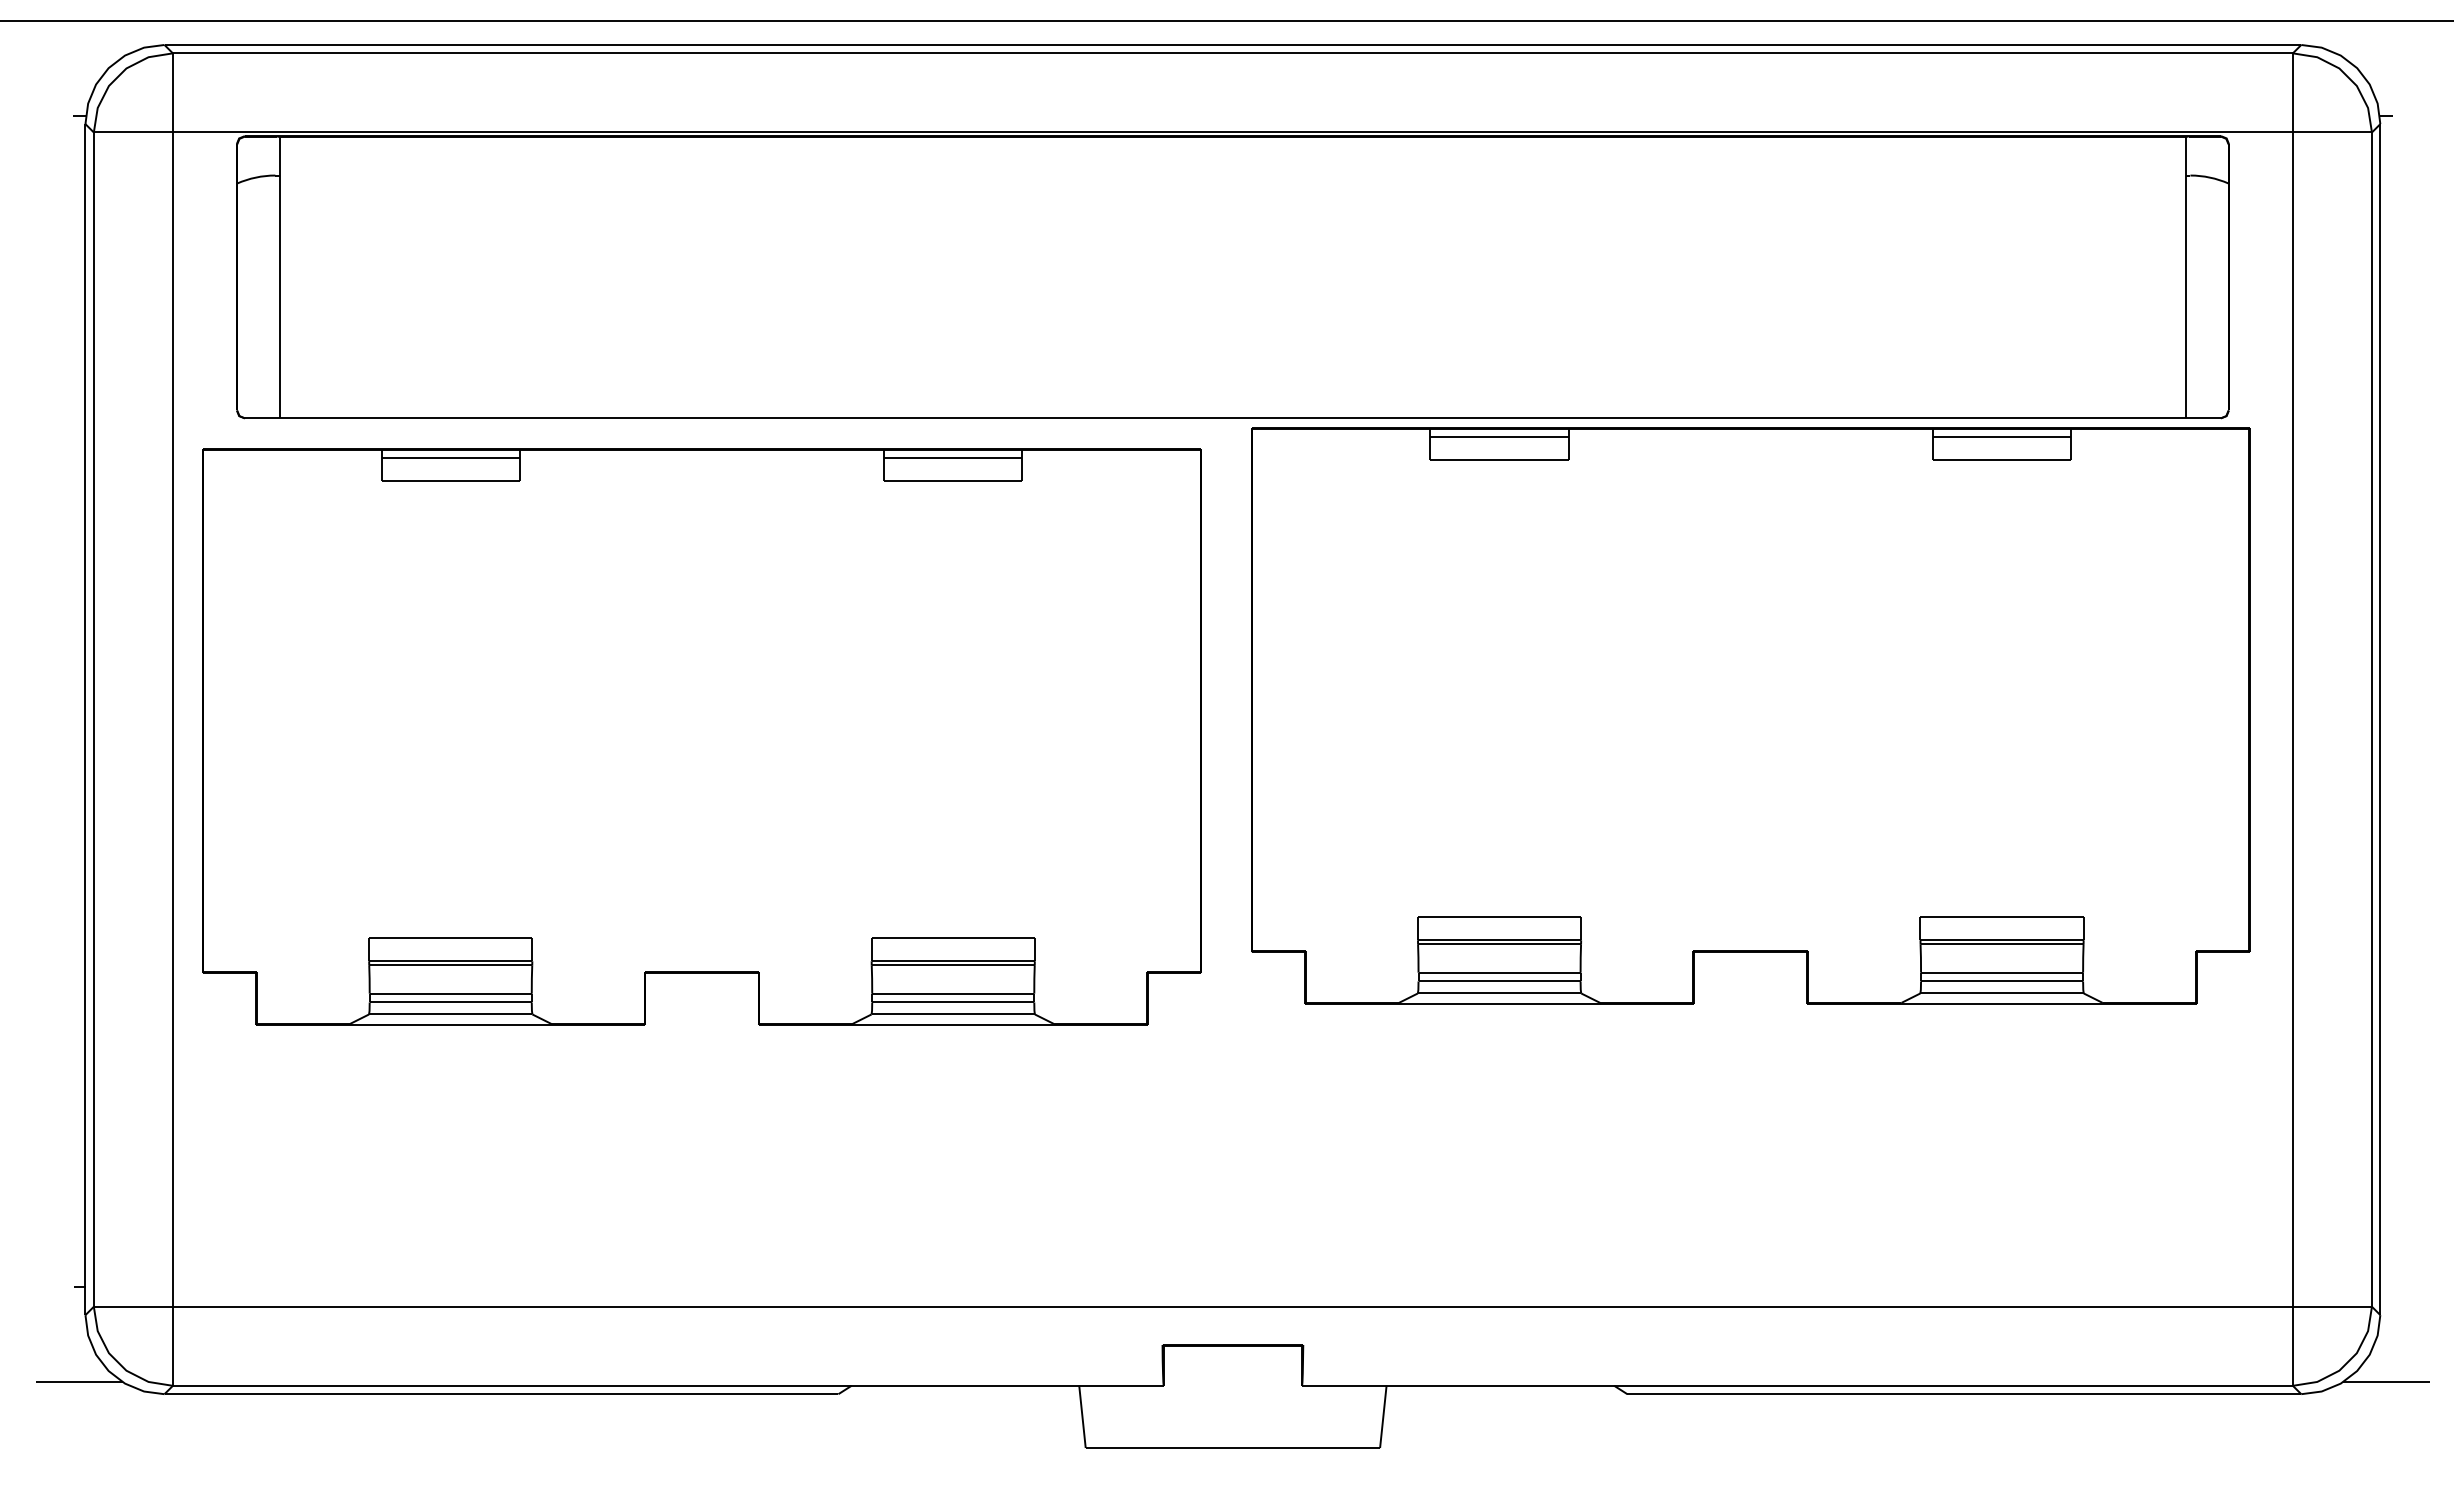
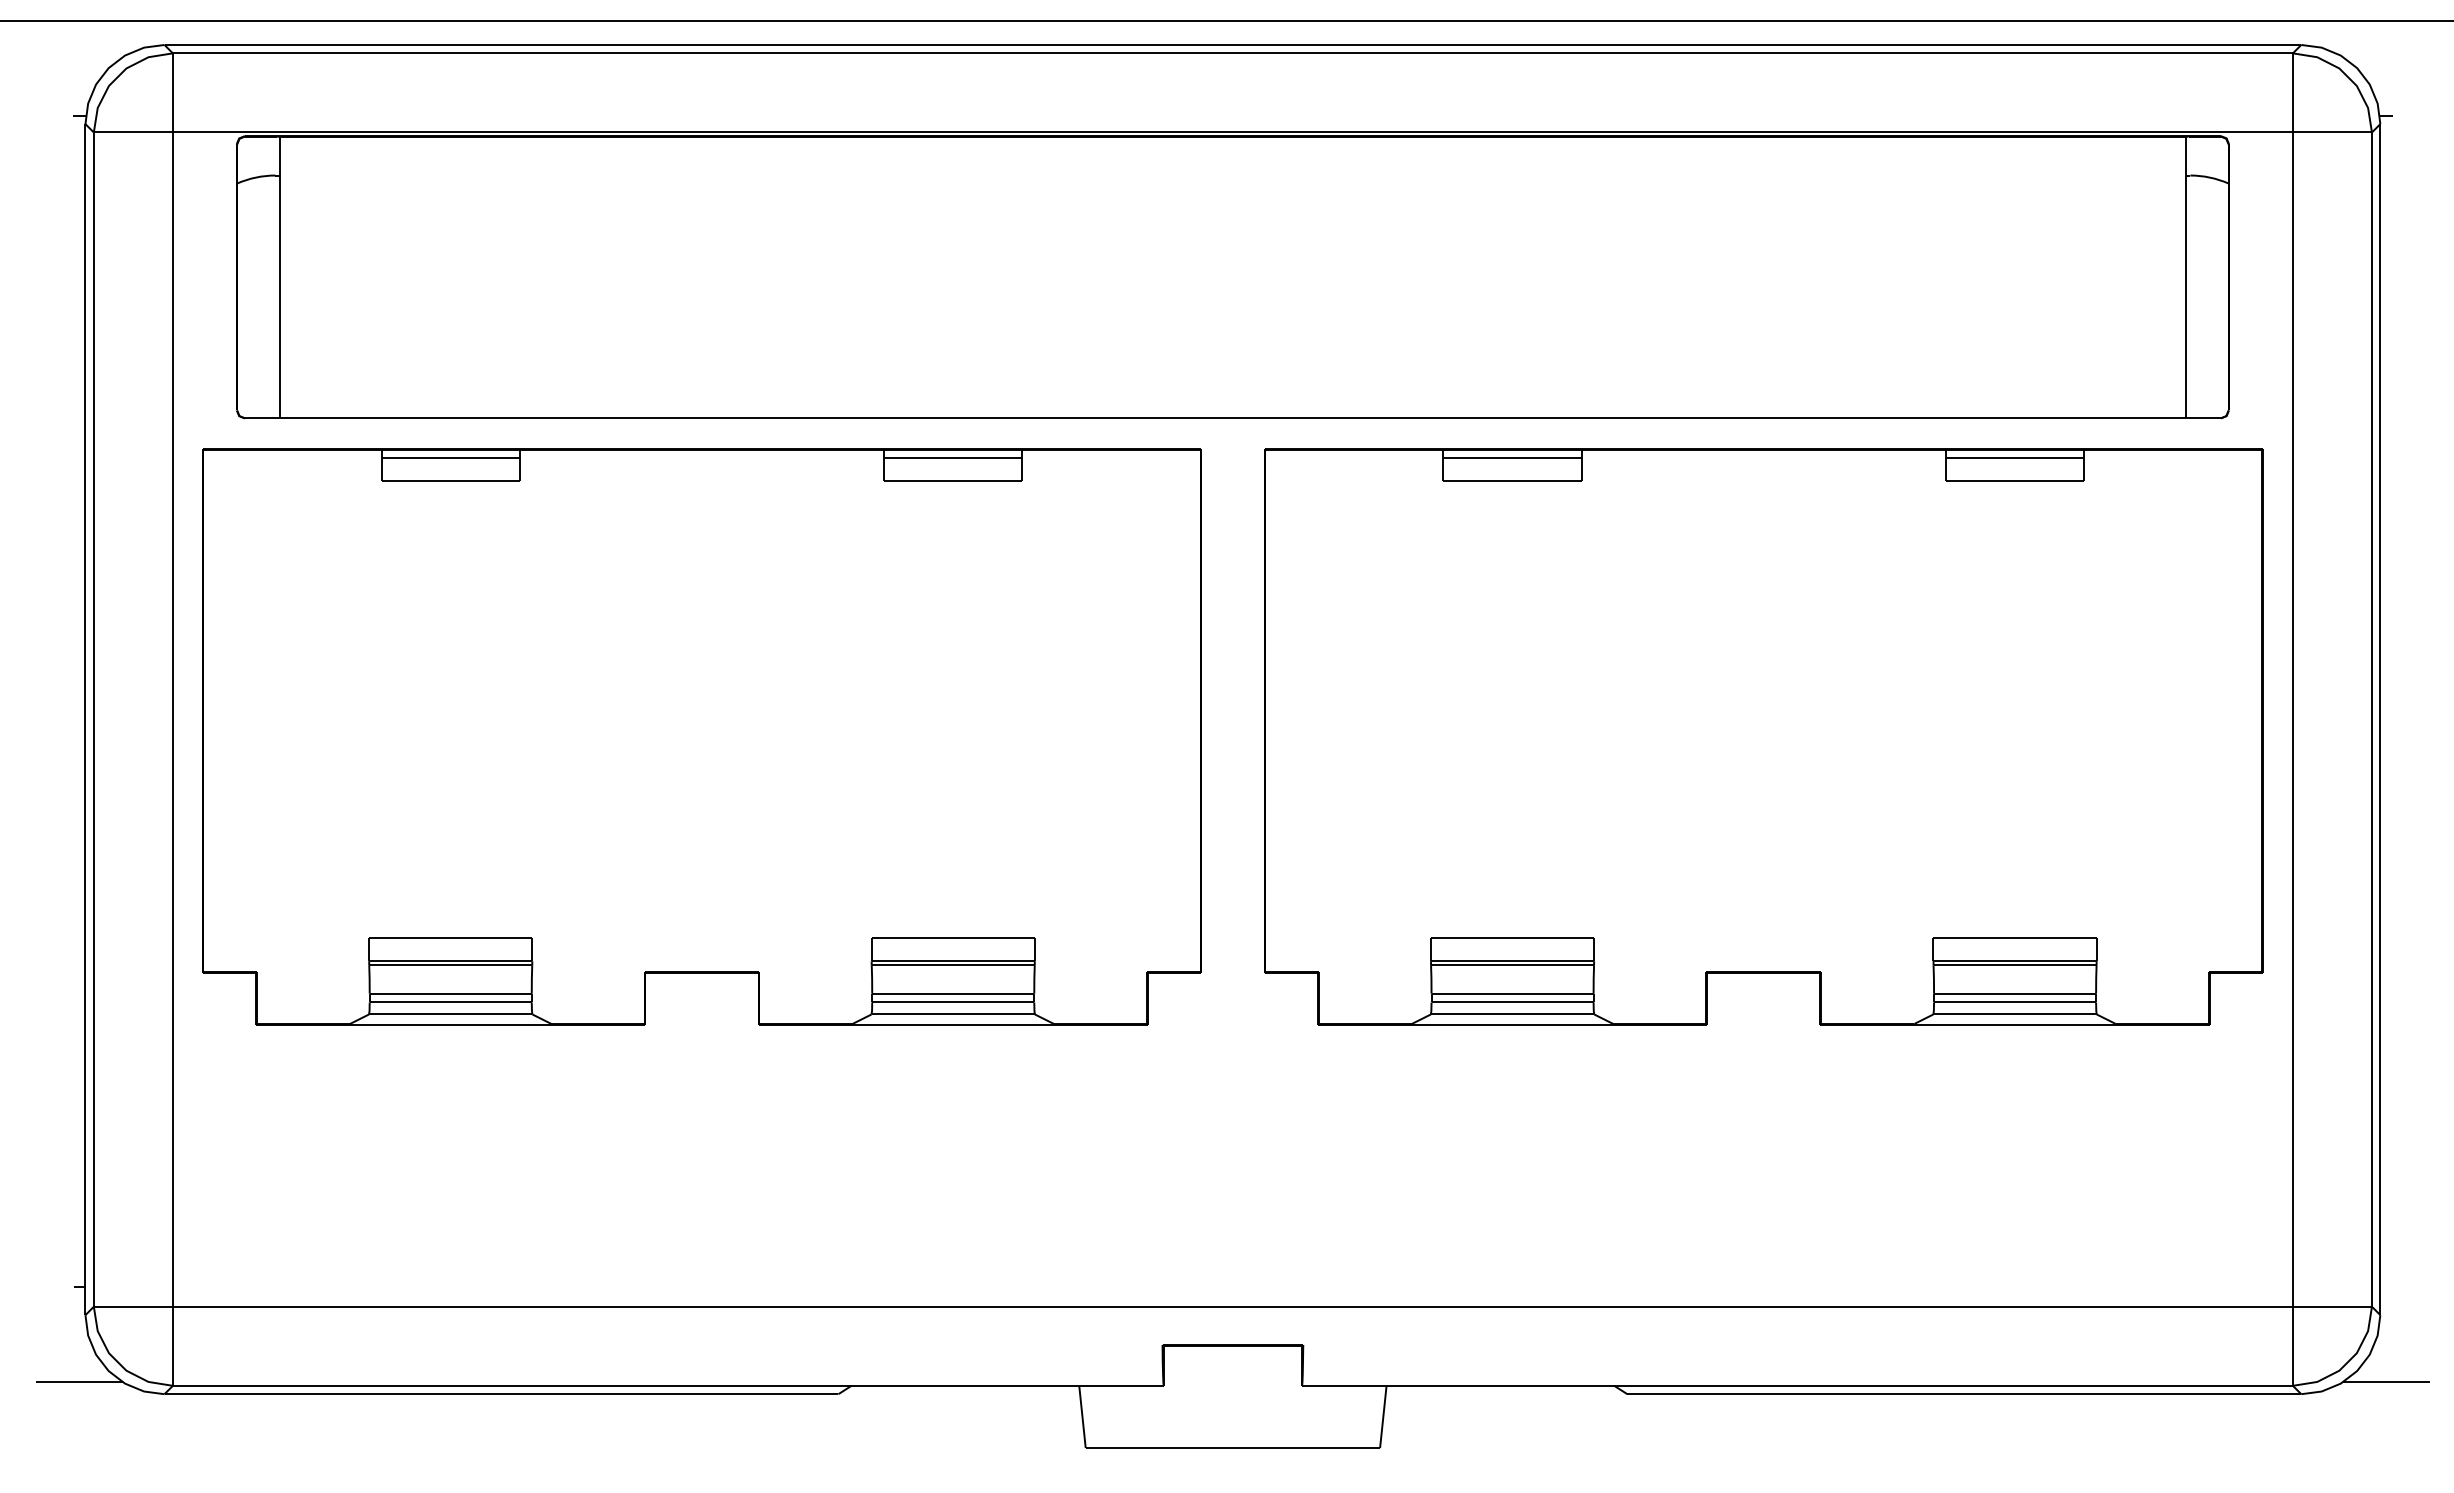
part at (1750, 715) position: (1750, 715) -> (1763, 736)
